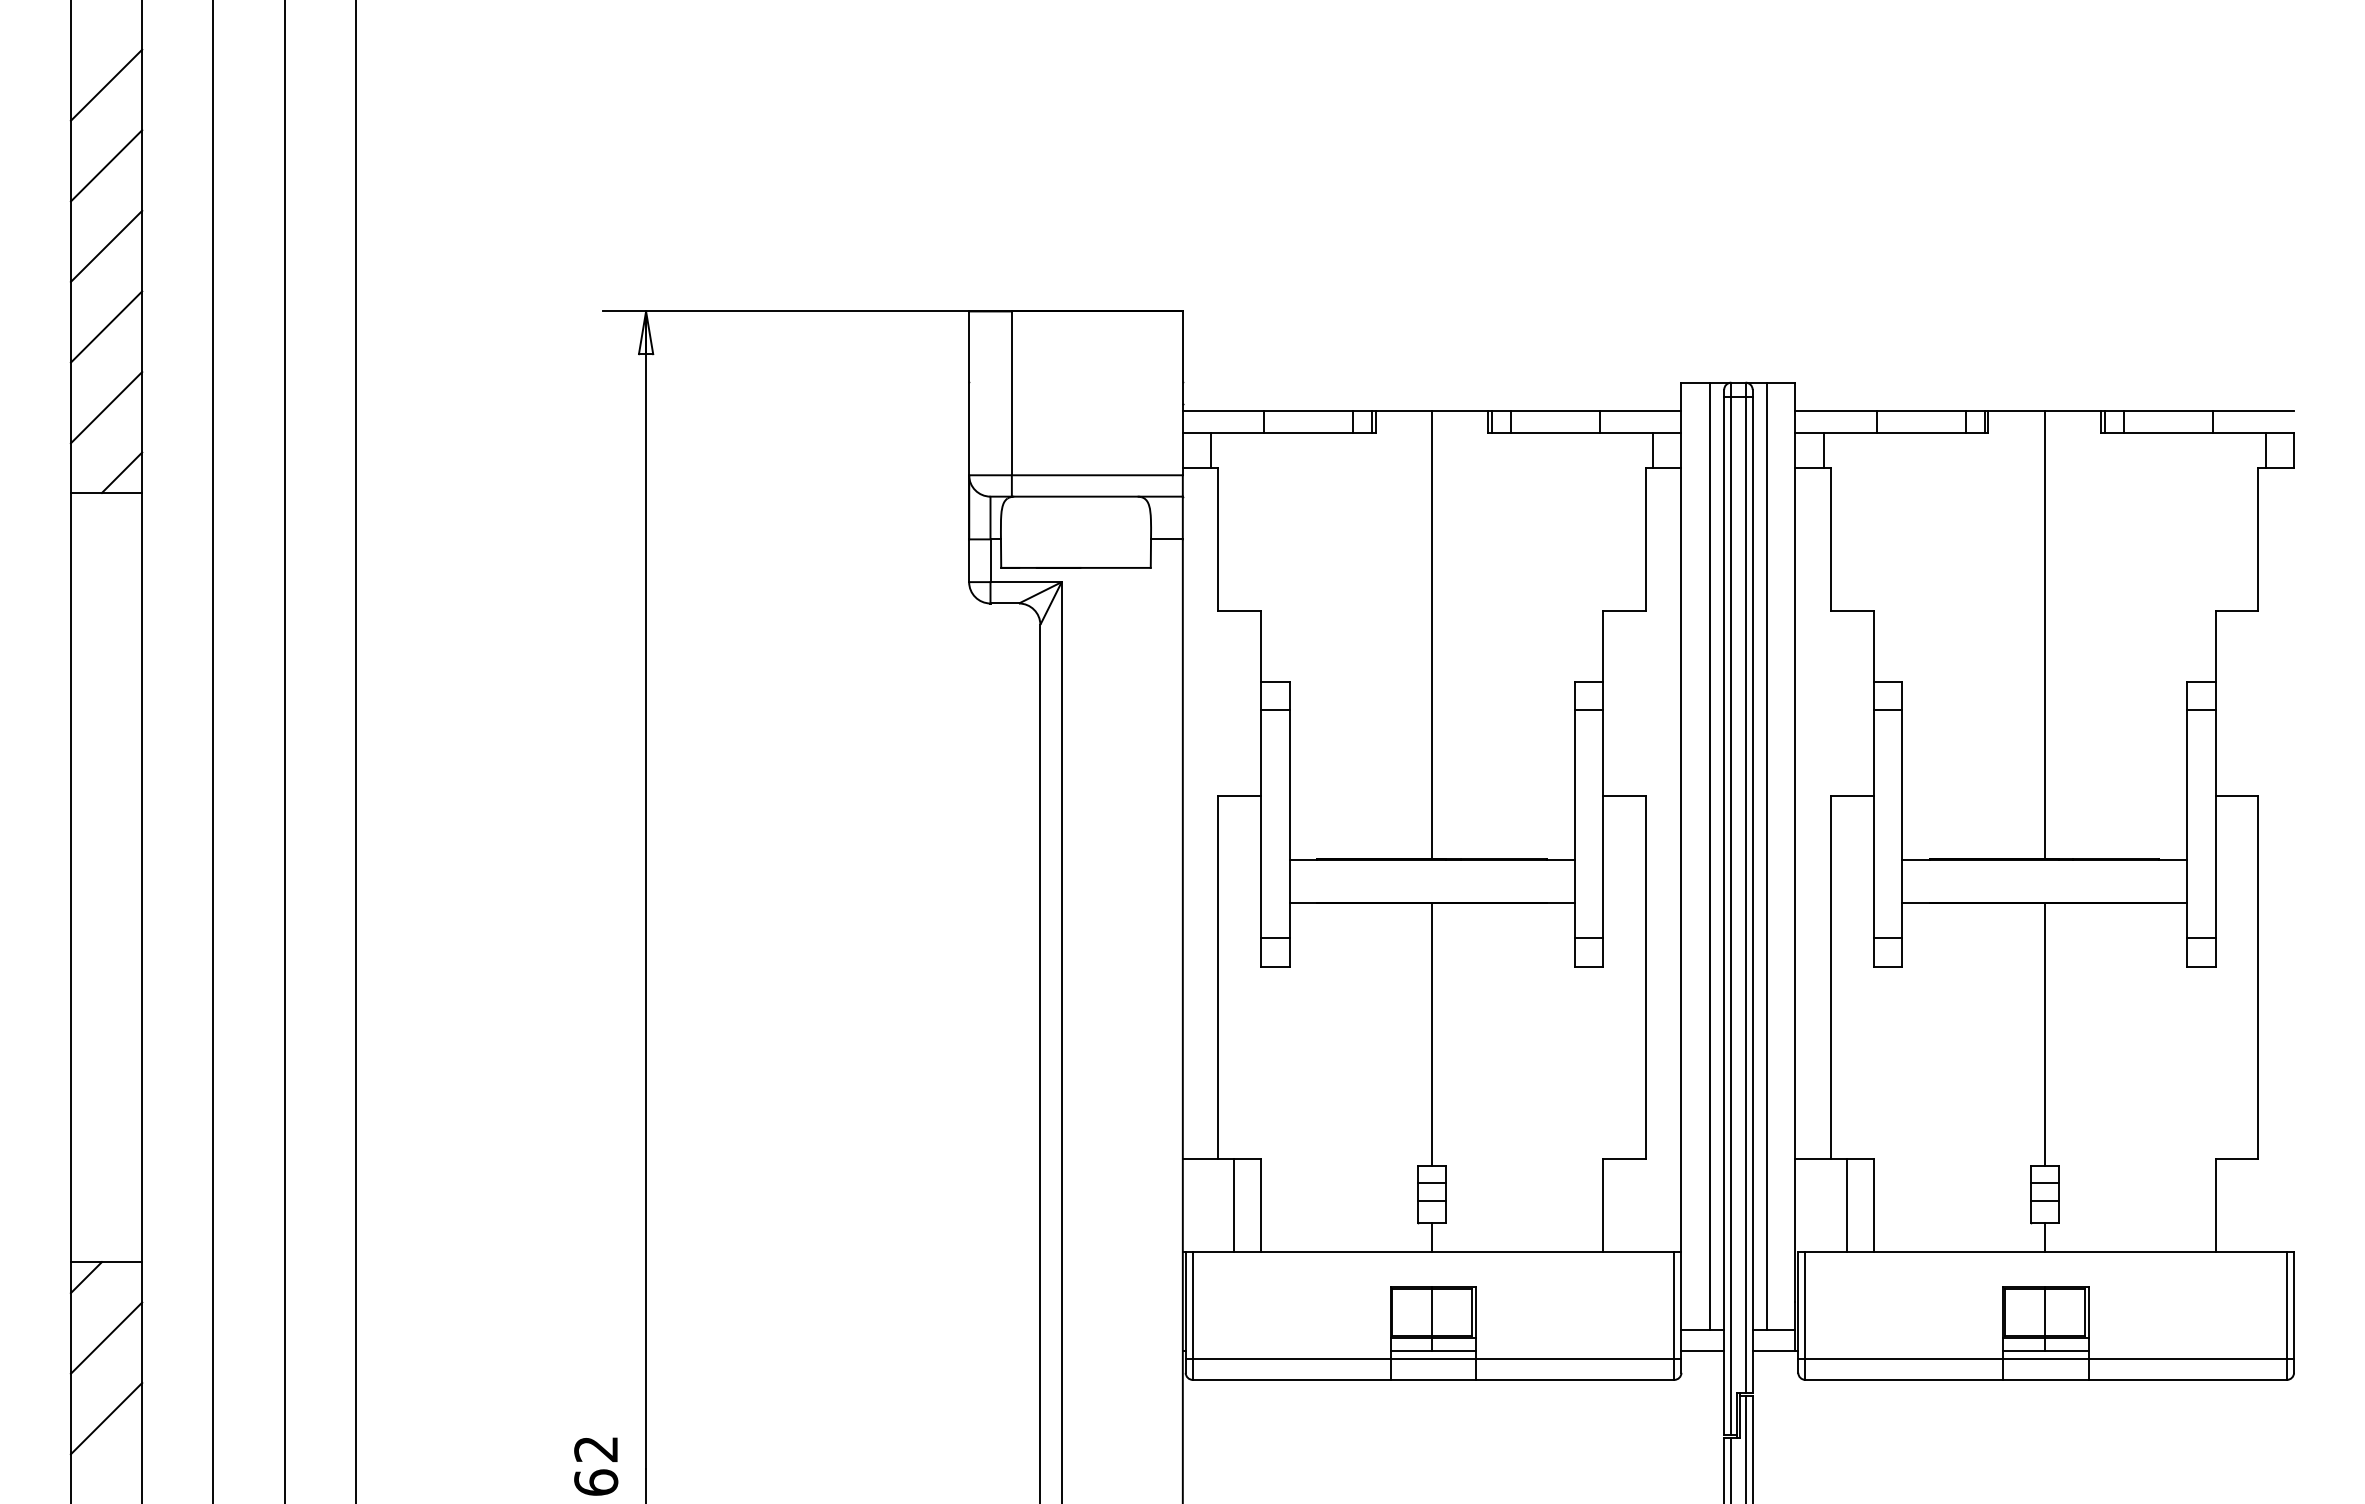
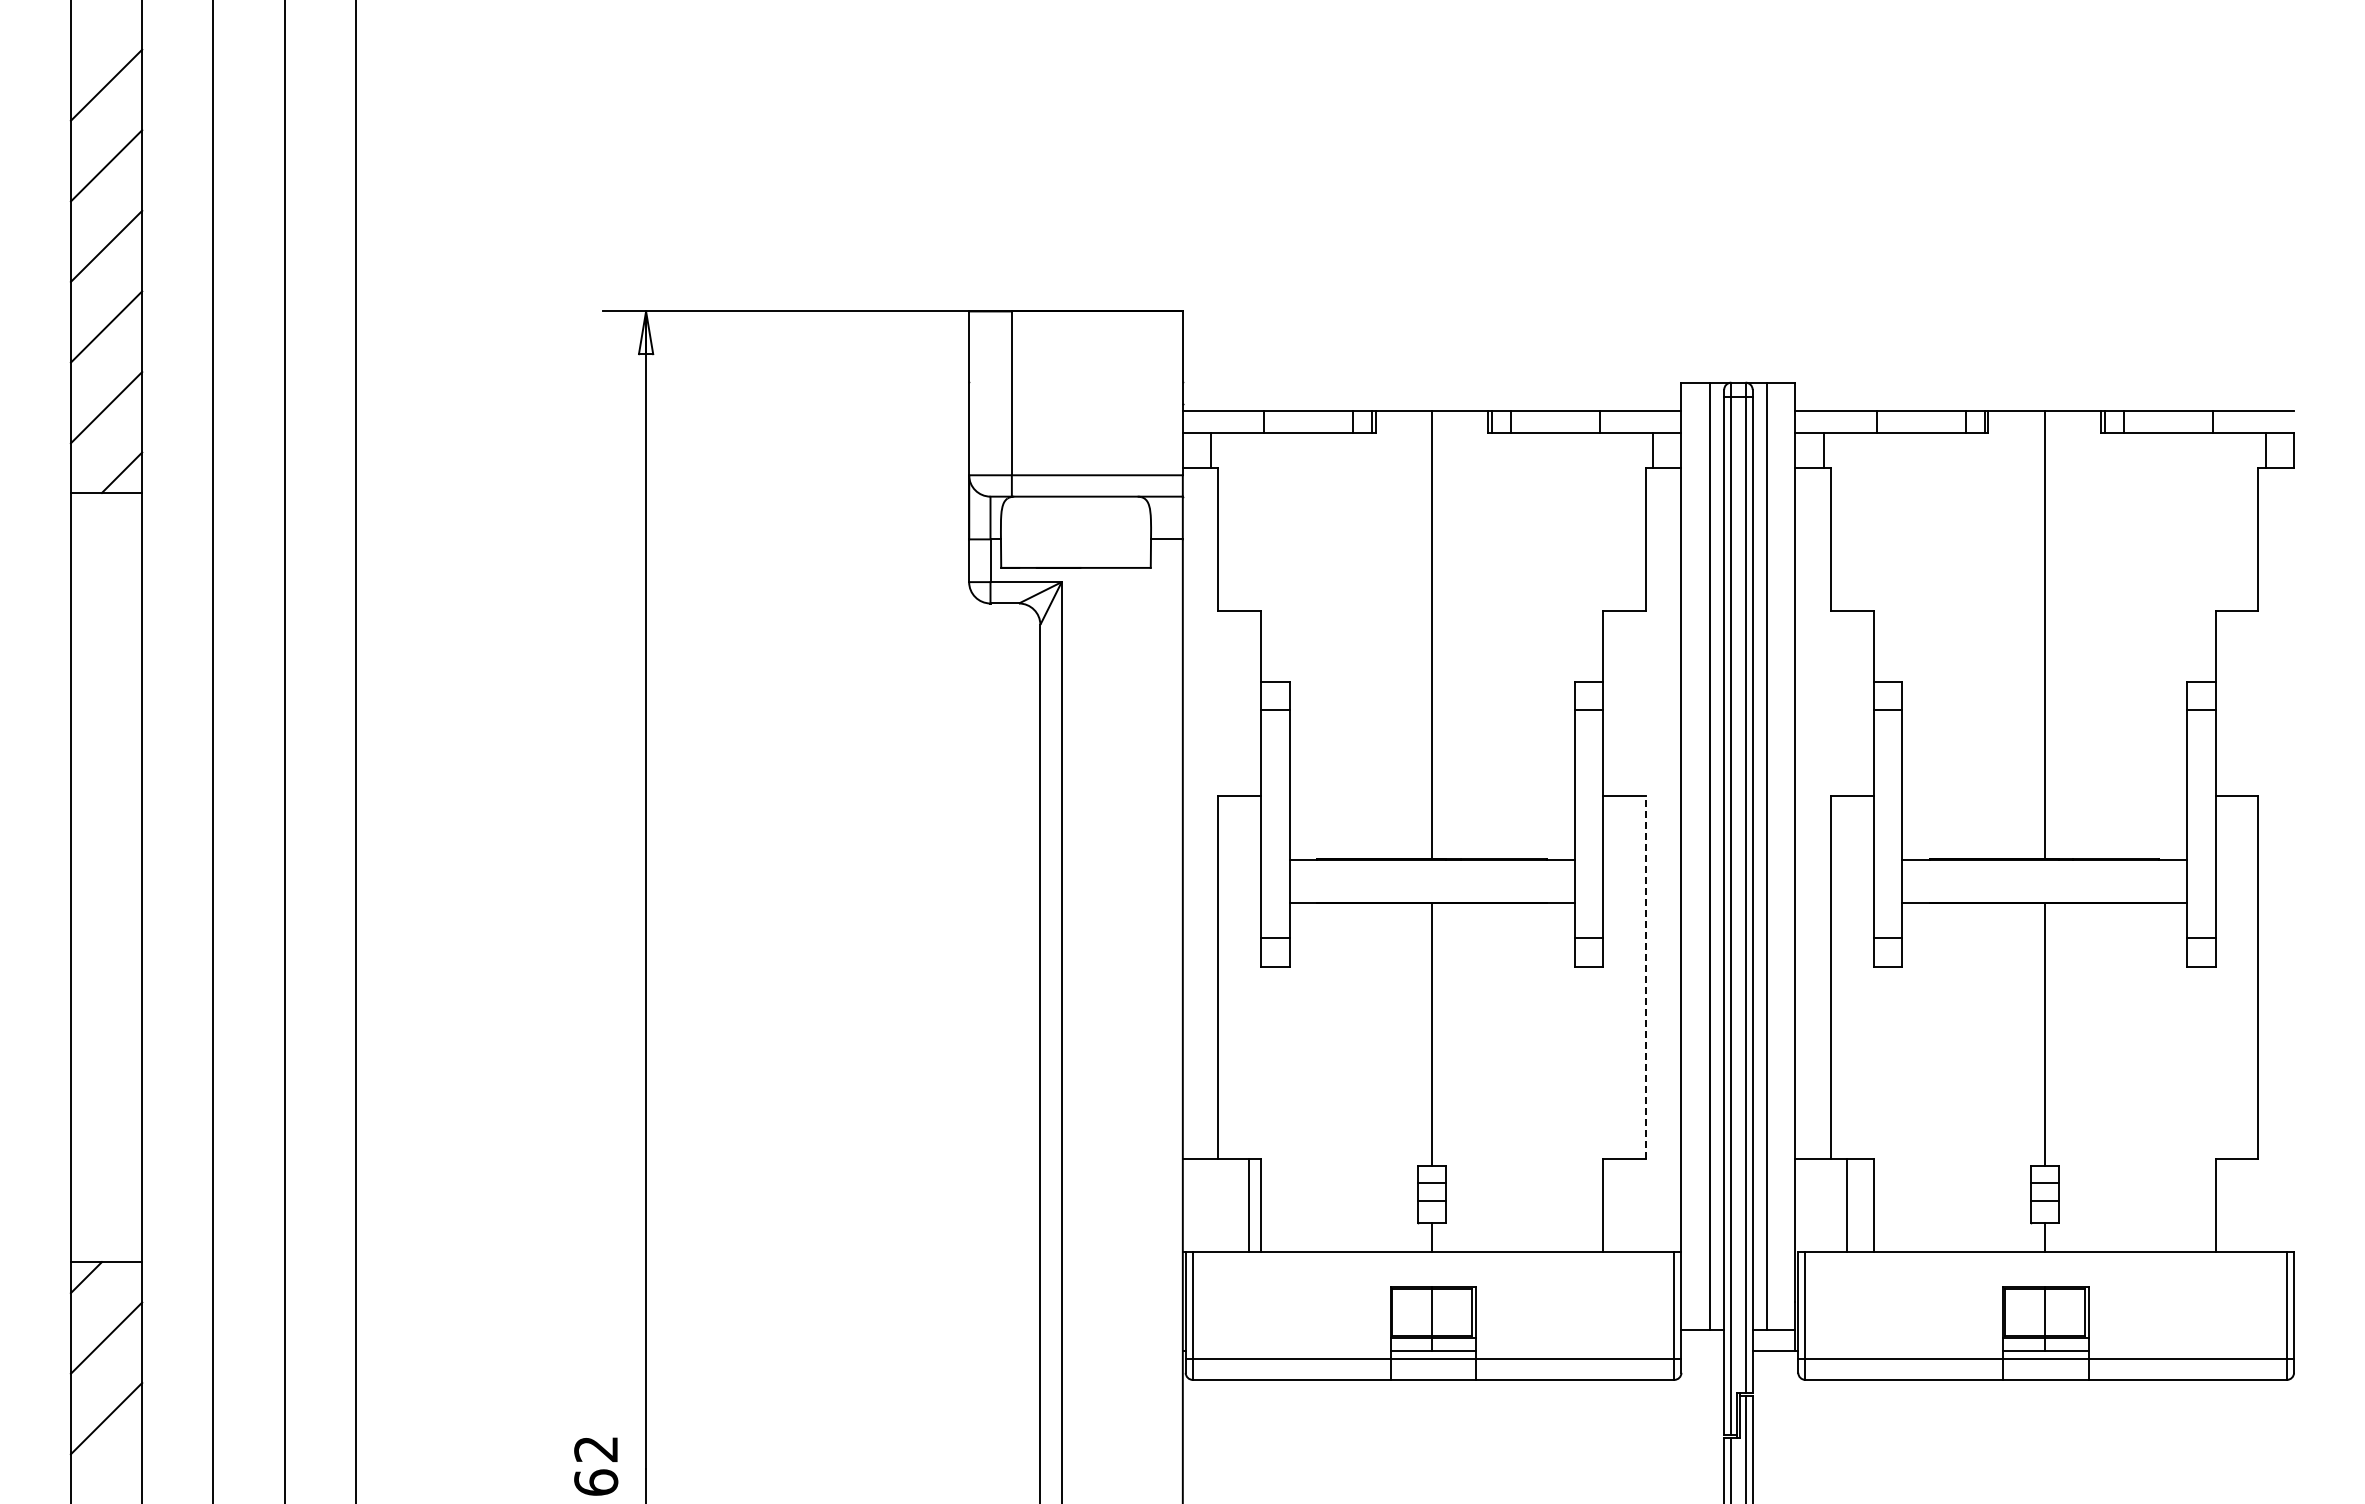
line at (1645, 977): solid -> dashed
line at (1234, 1205) position: (1234, 1205) -> (1249, 1205)
line at (1702, 1351): present -> none
